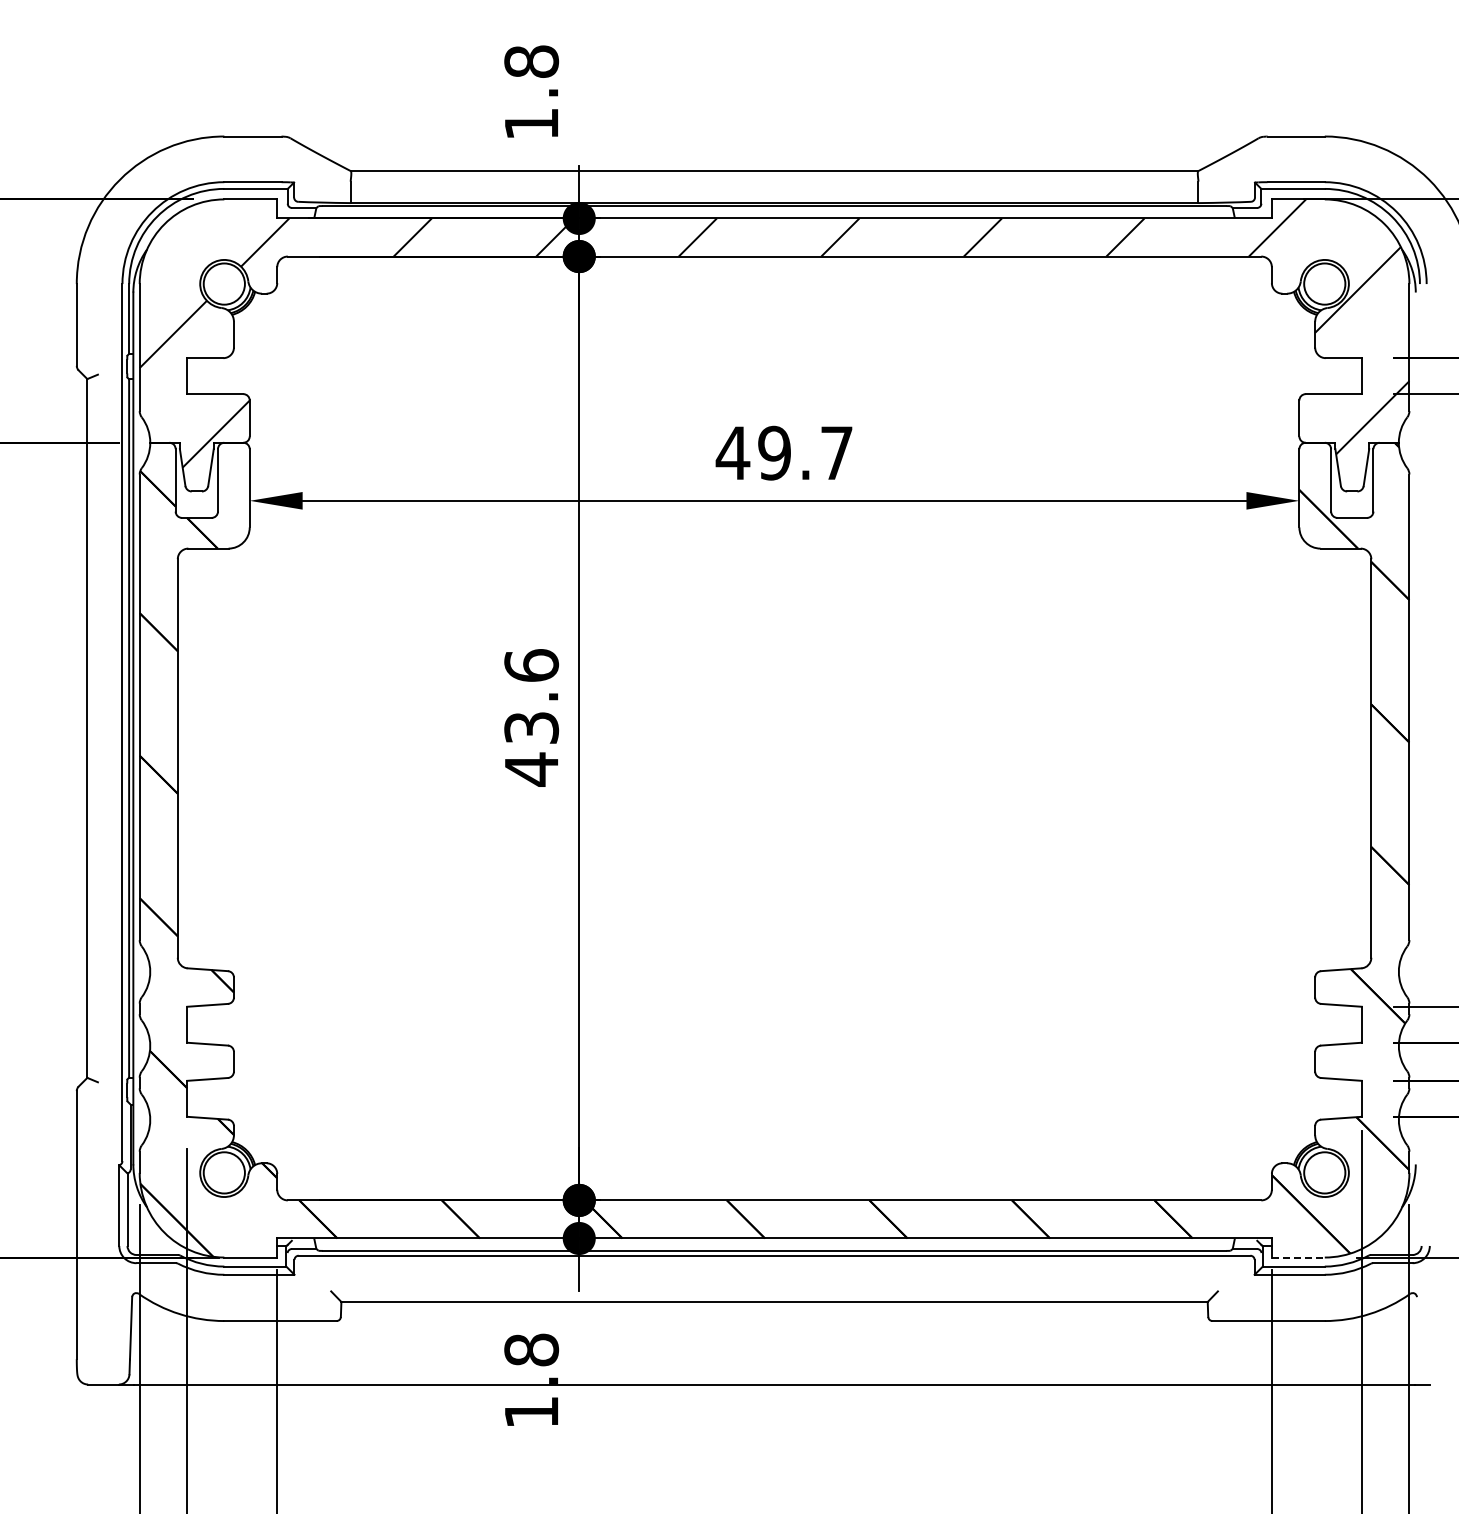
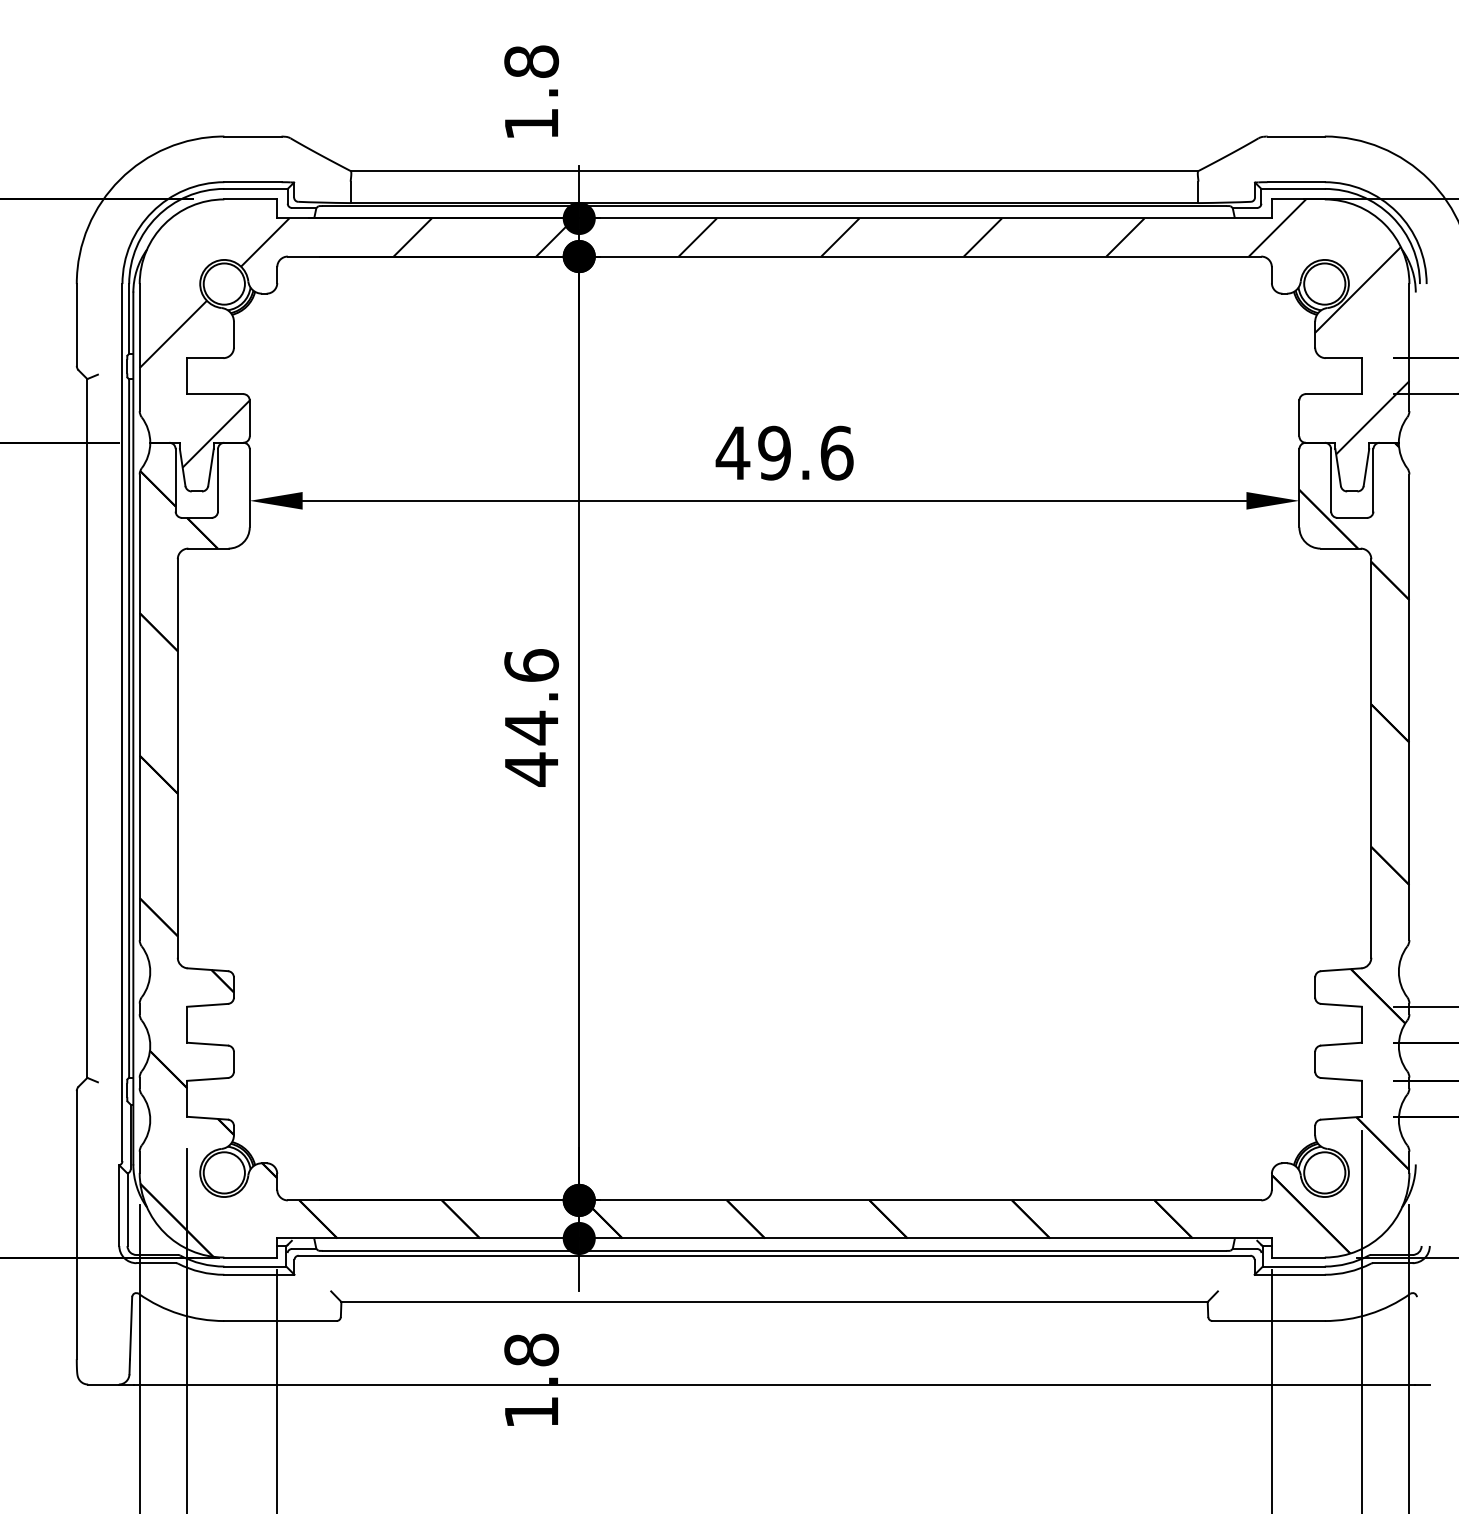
text at (836, 452): 49.7 -> 49.6
text at (531, 727): 43.6 -> 44.6
line at (1298, 1257): dashed -> solid
